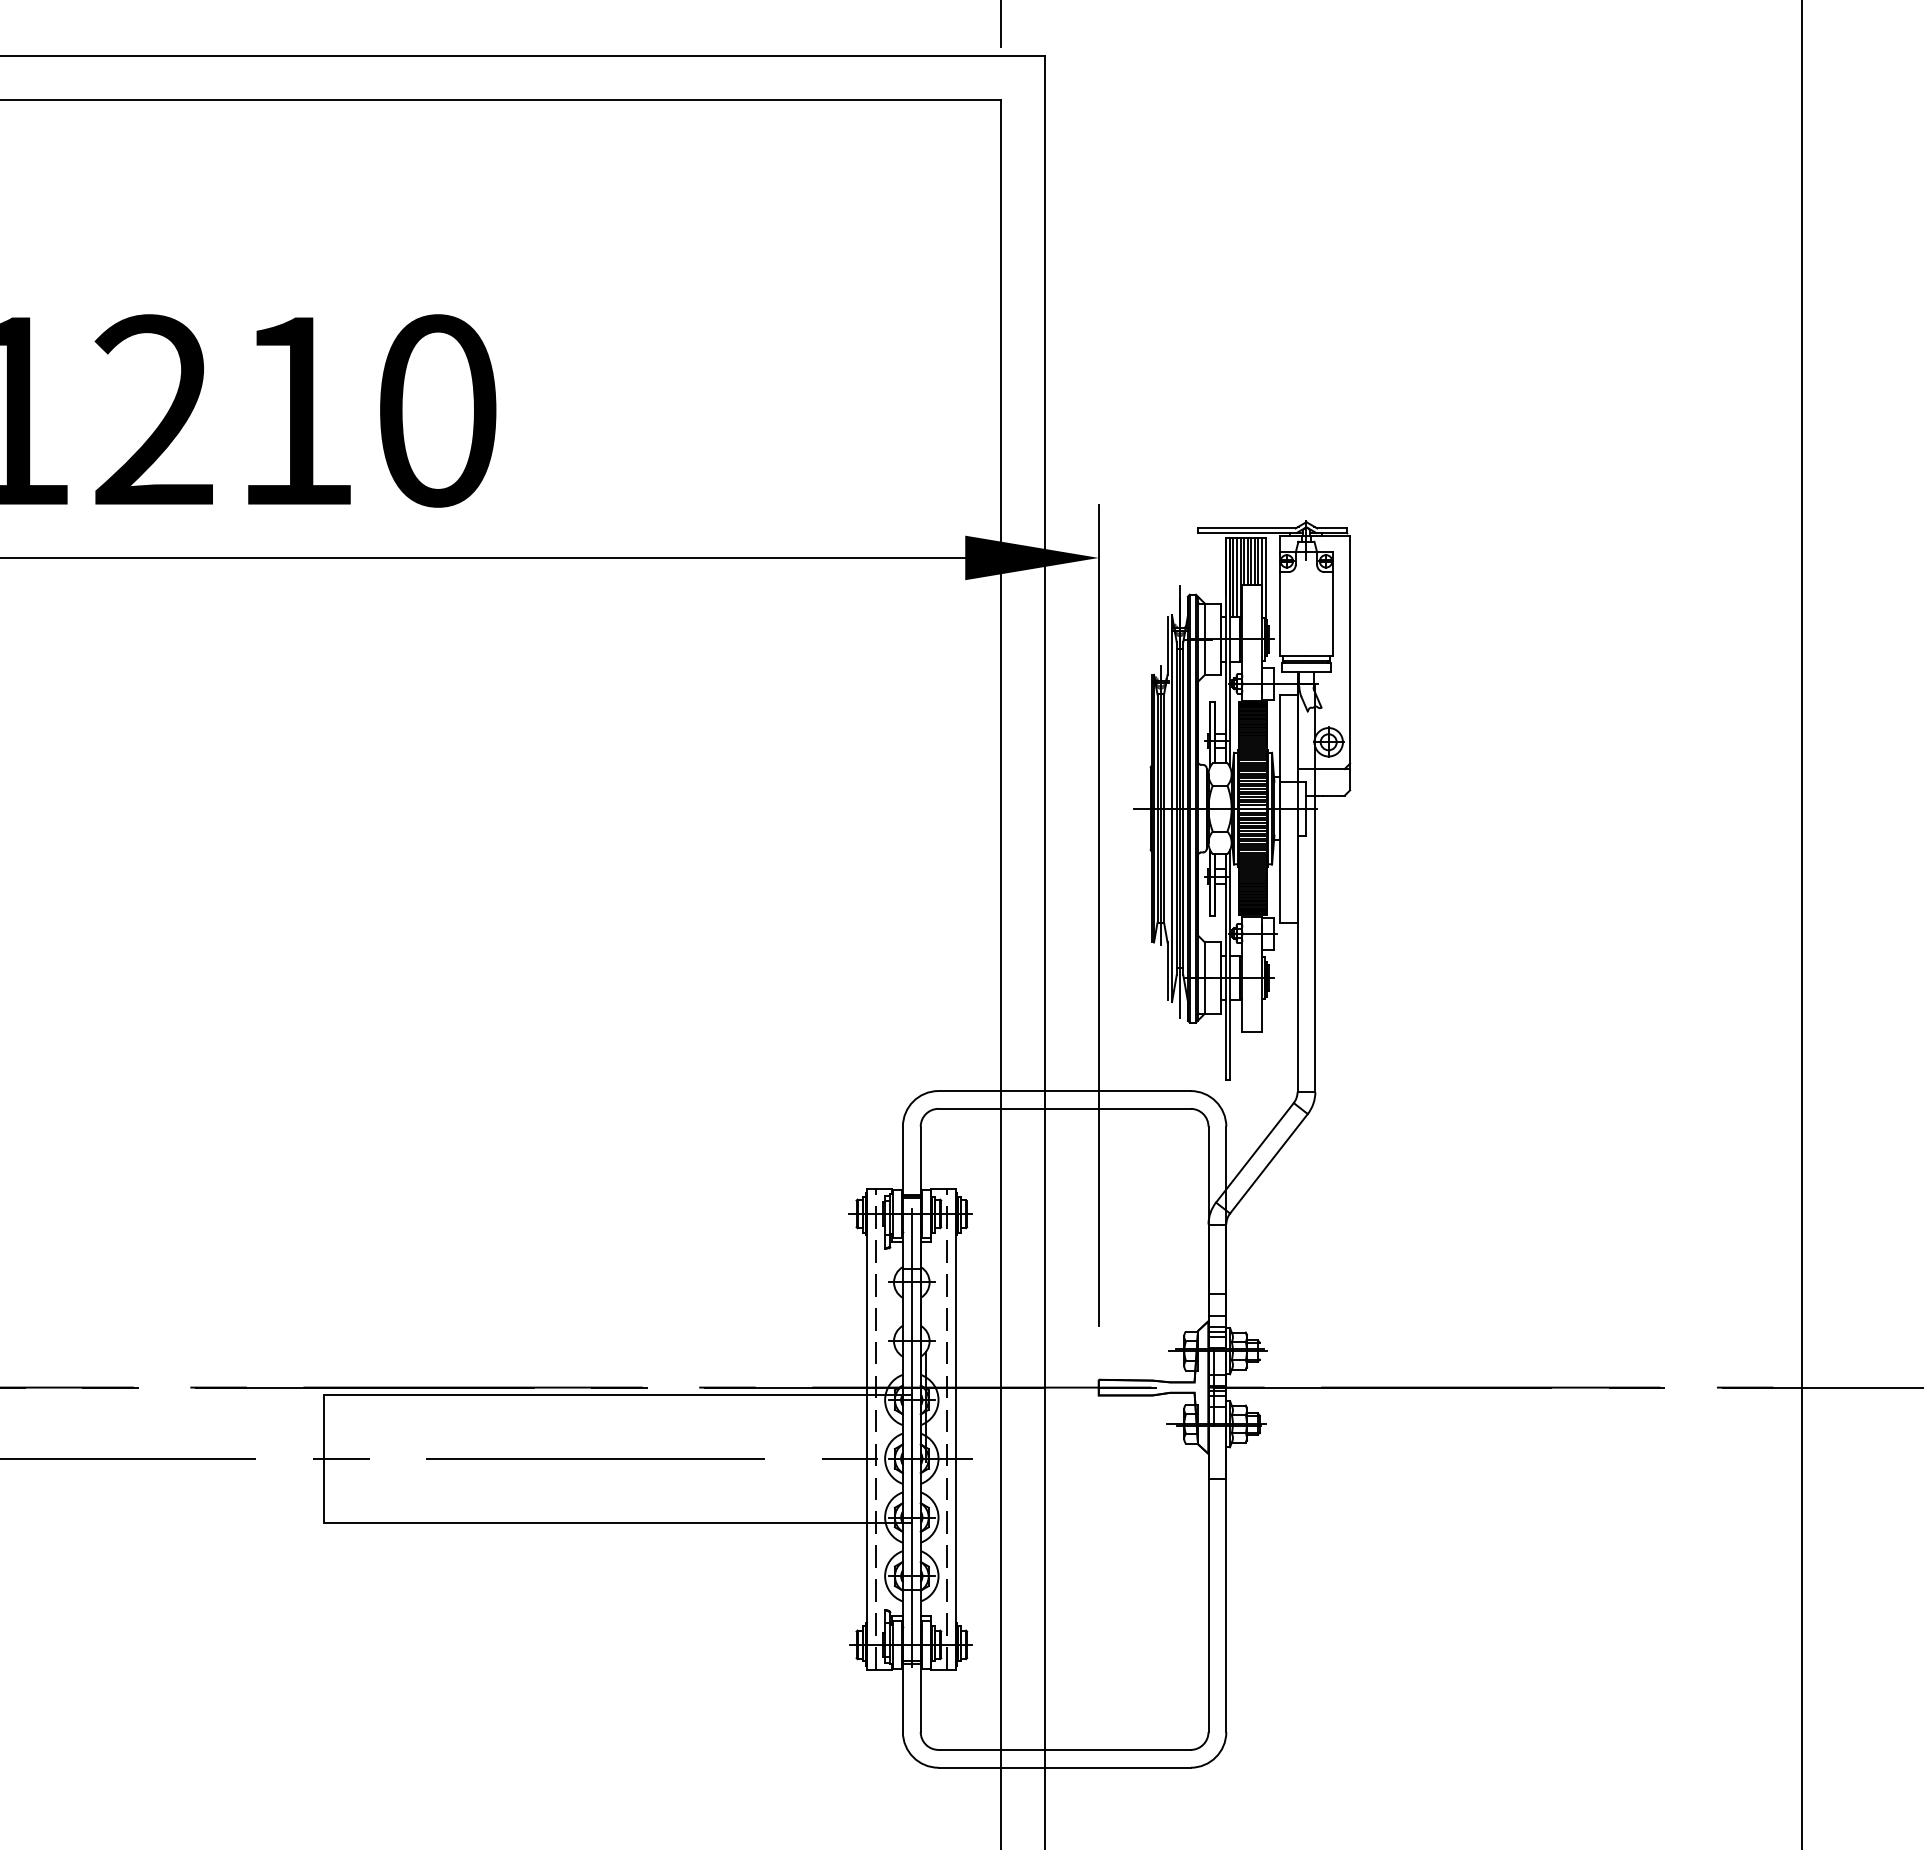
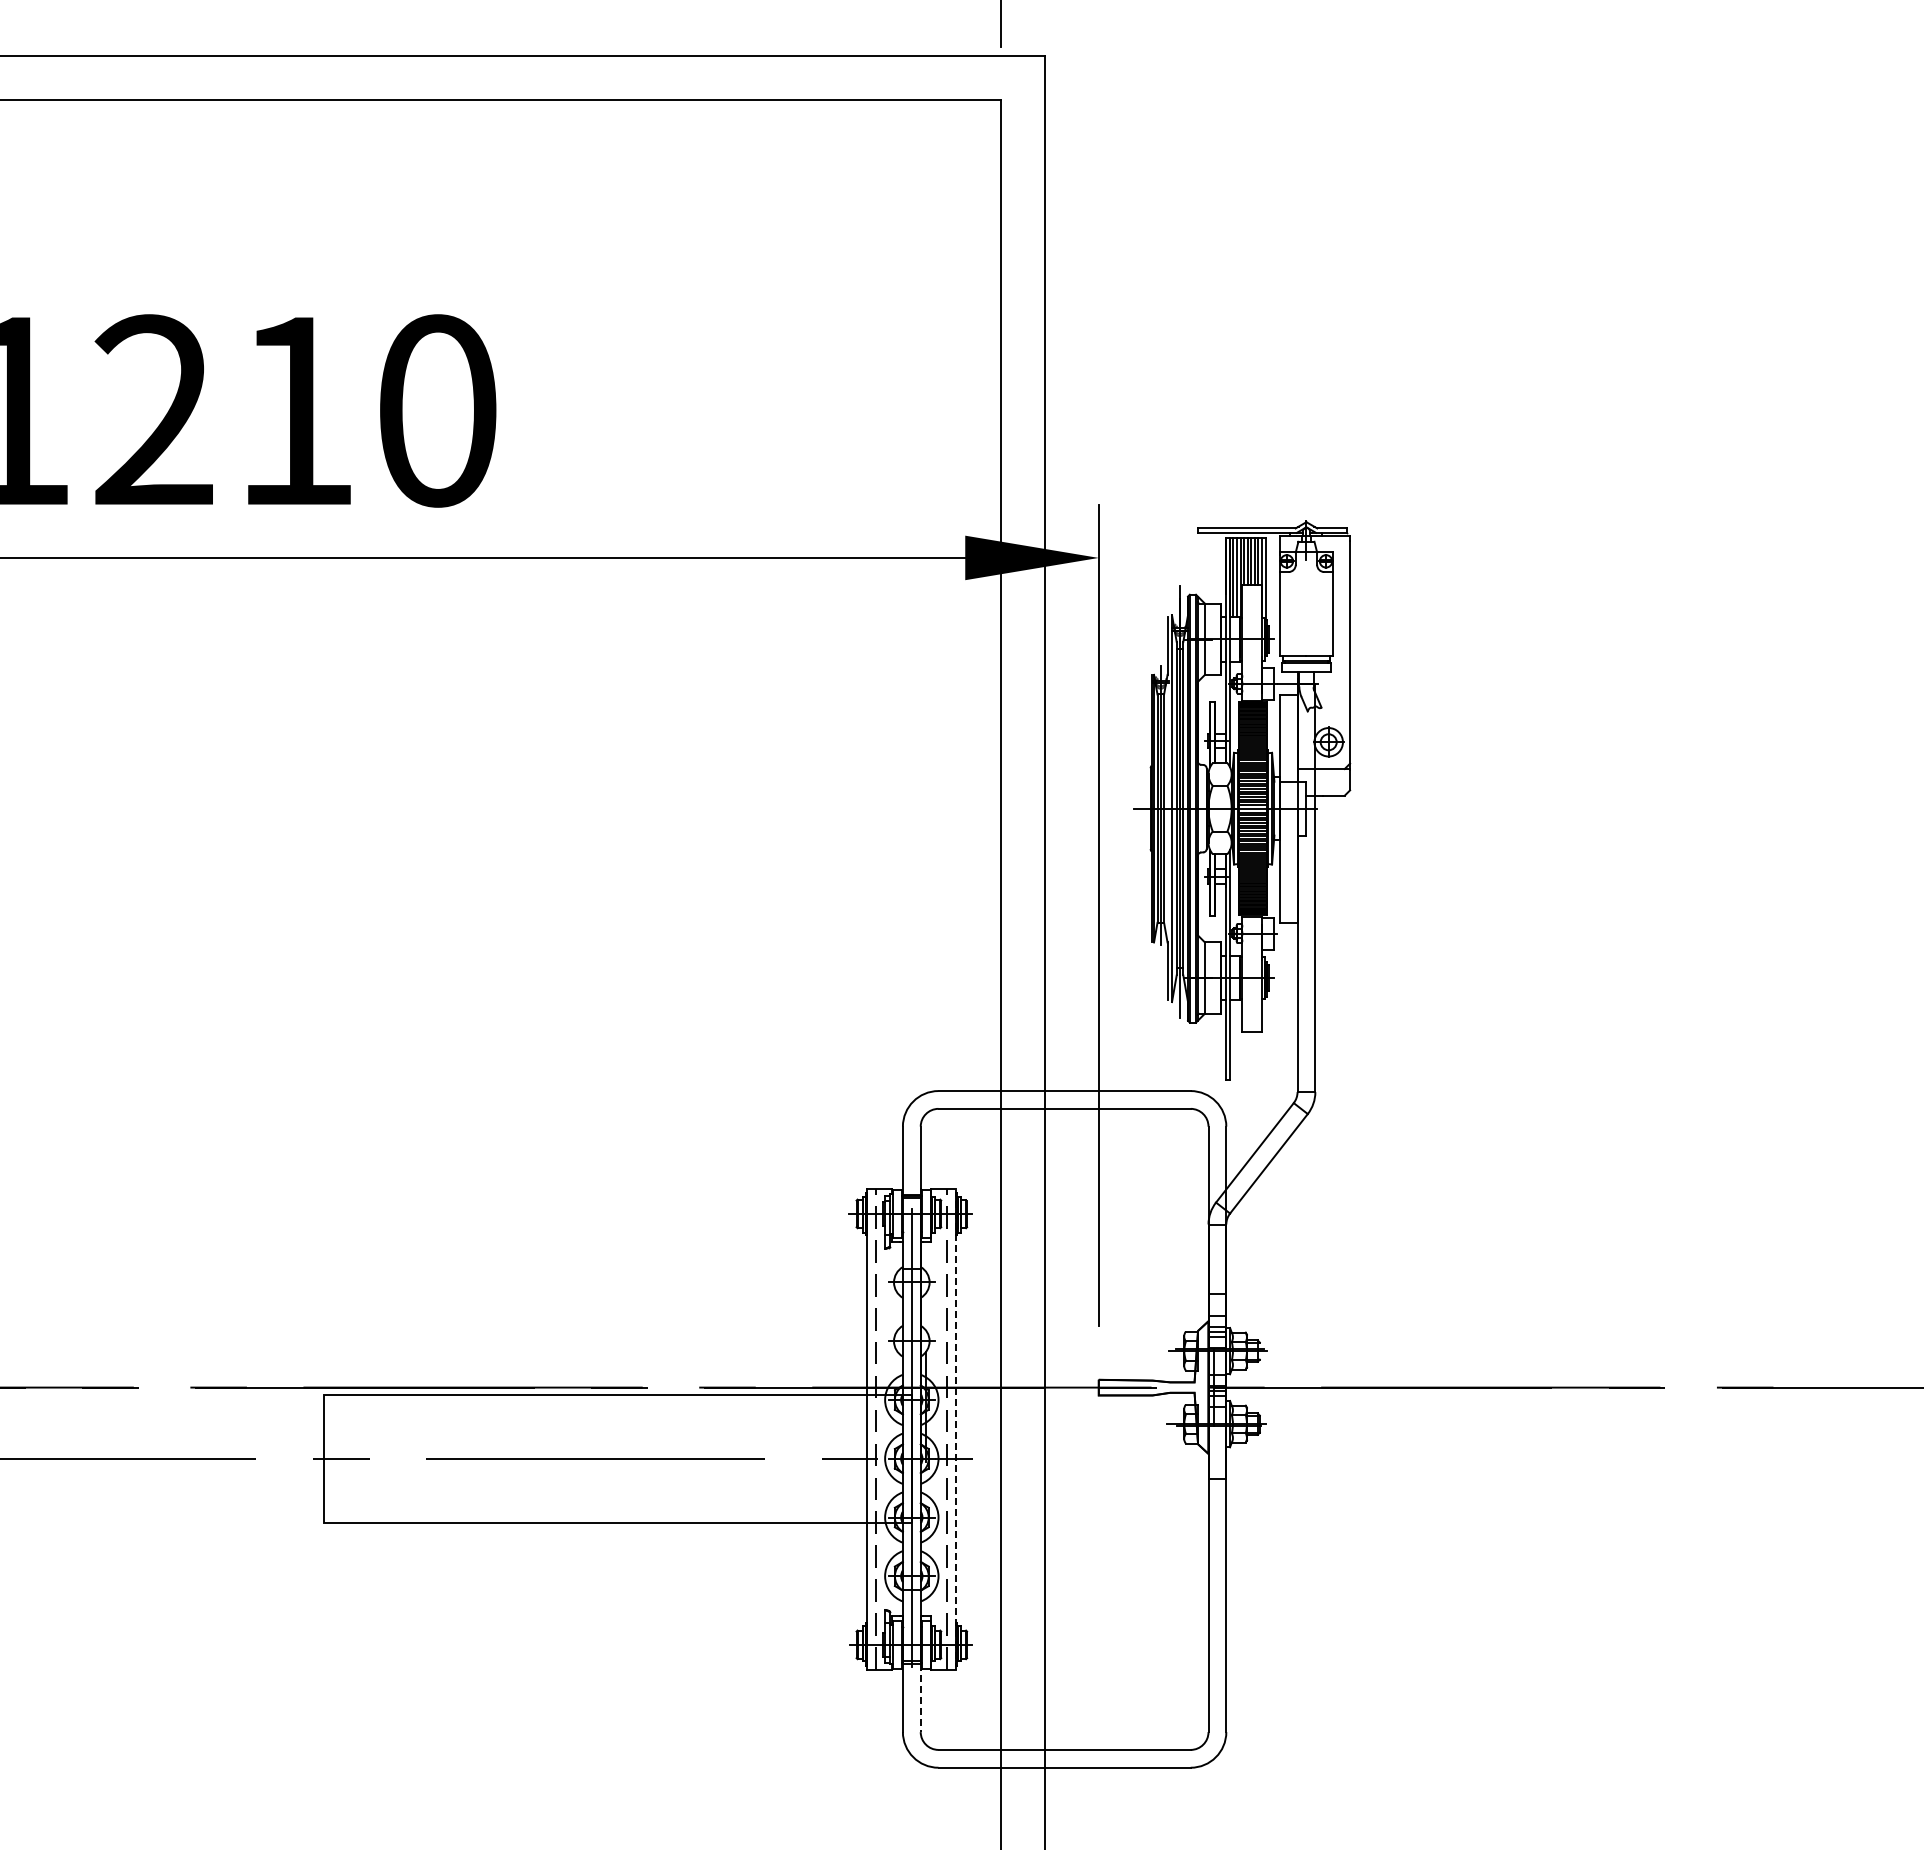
line at (1802, 924): present -> none
line at (956, 1428): solid -> dashed
line at (920, 1698): solid -> dashed
